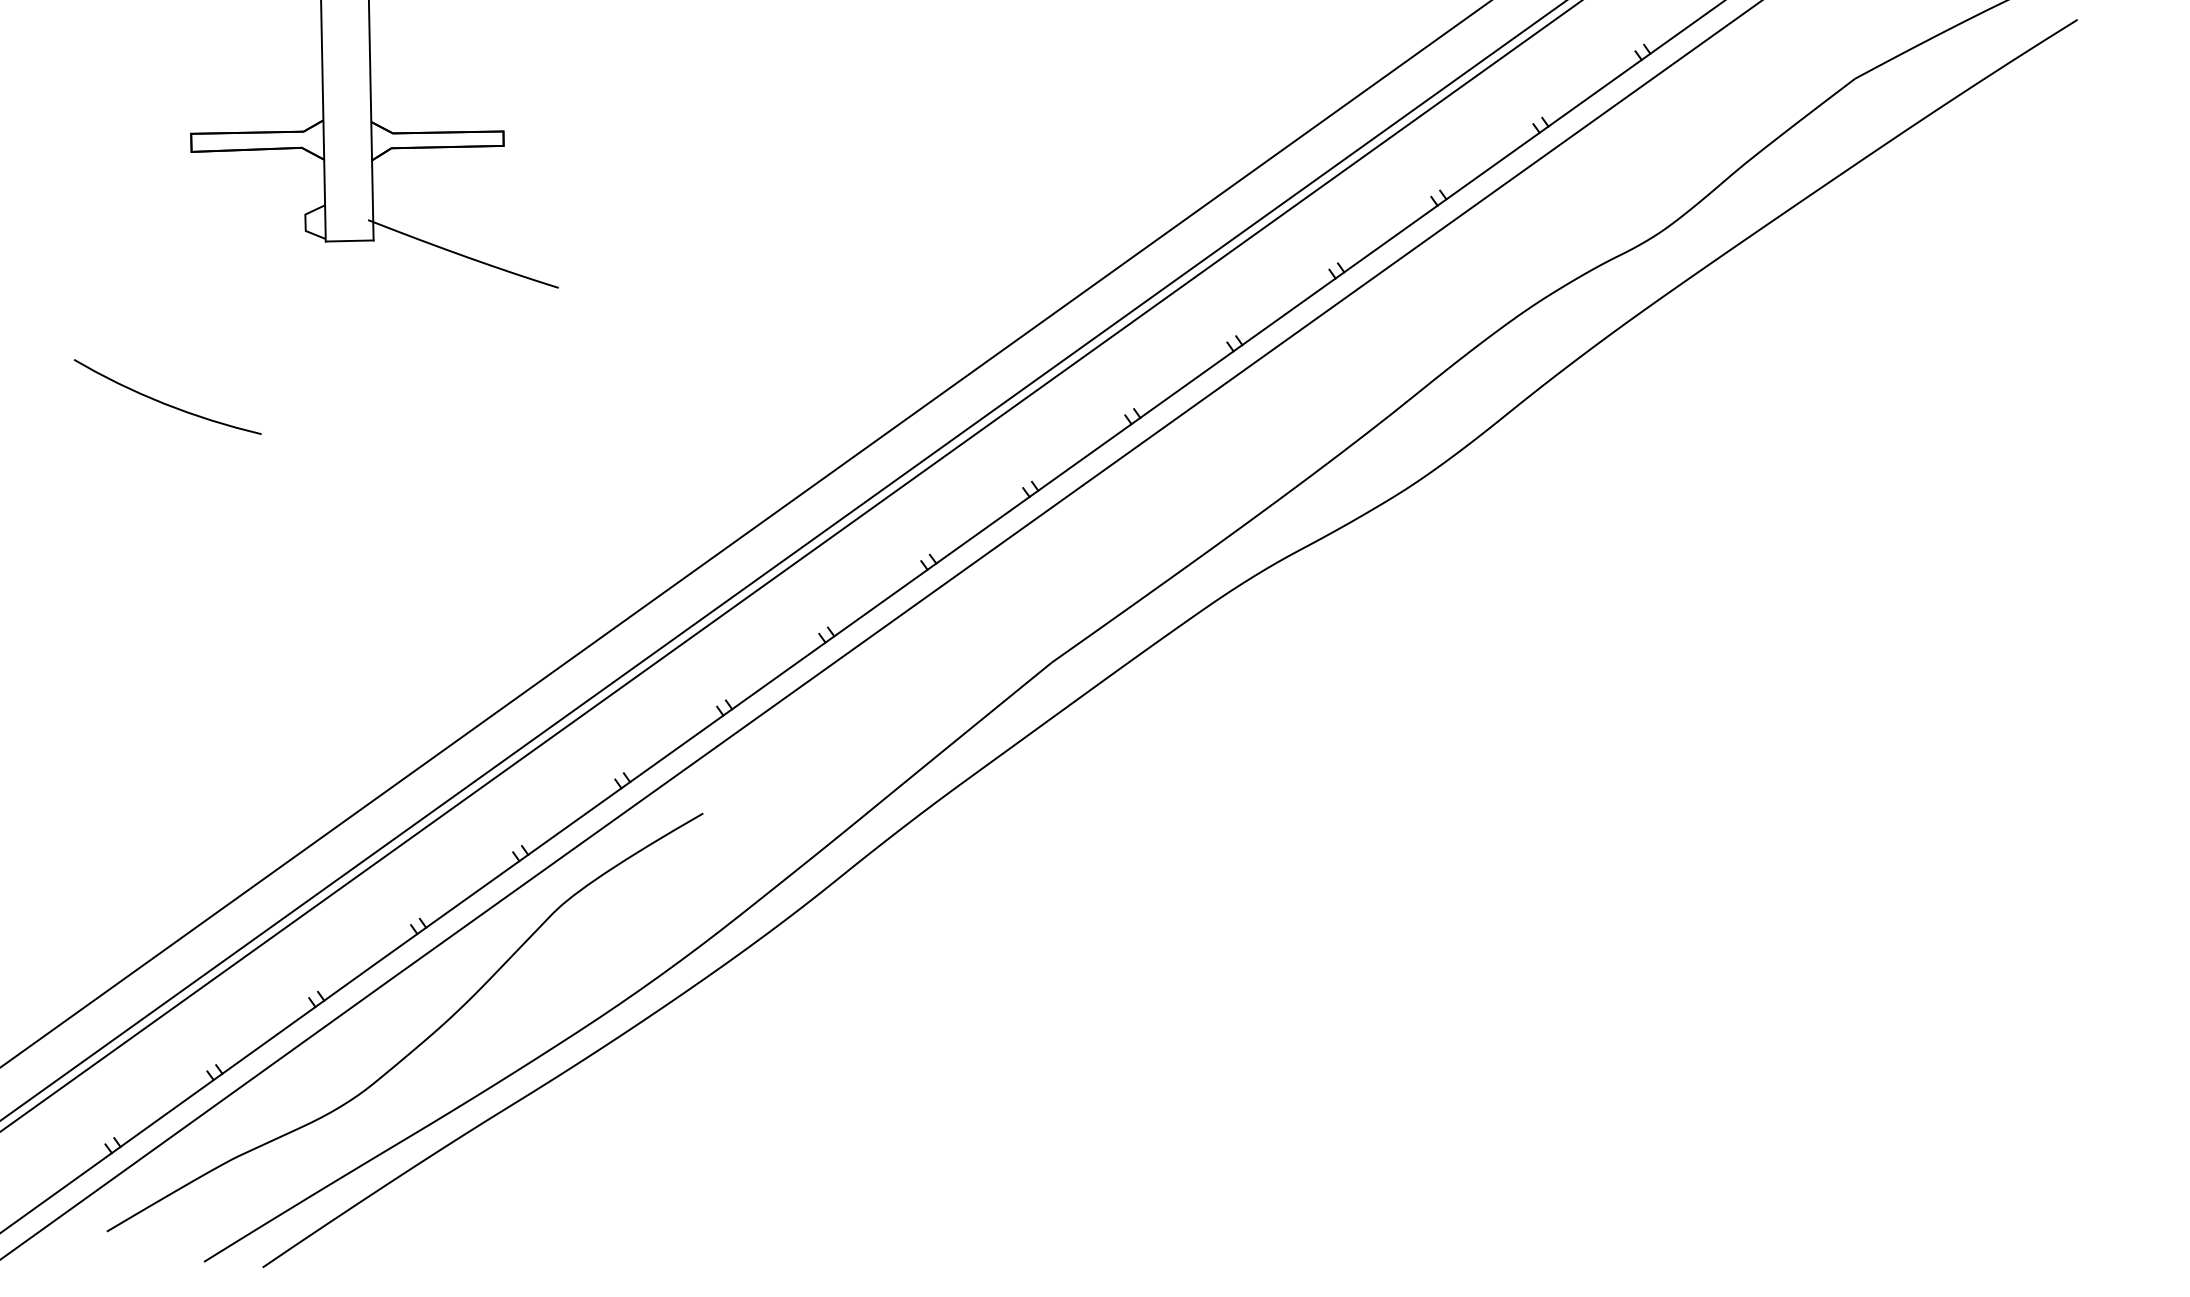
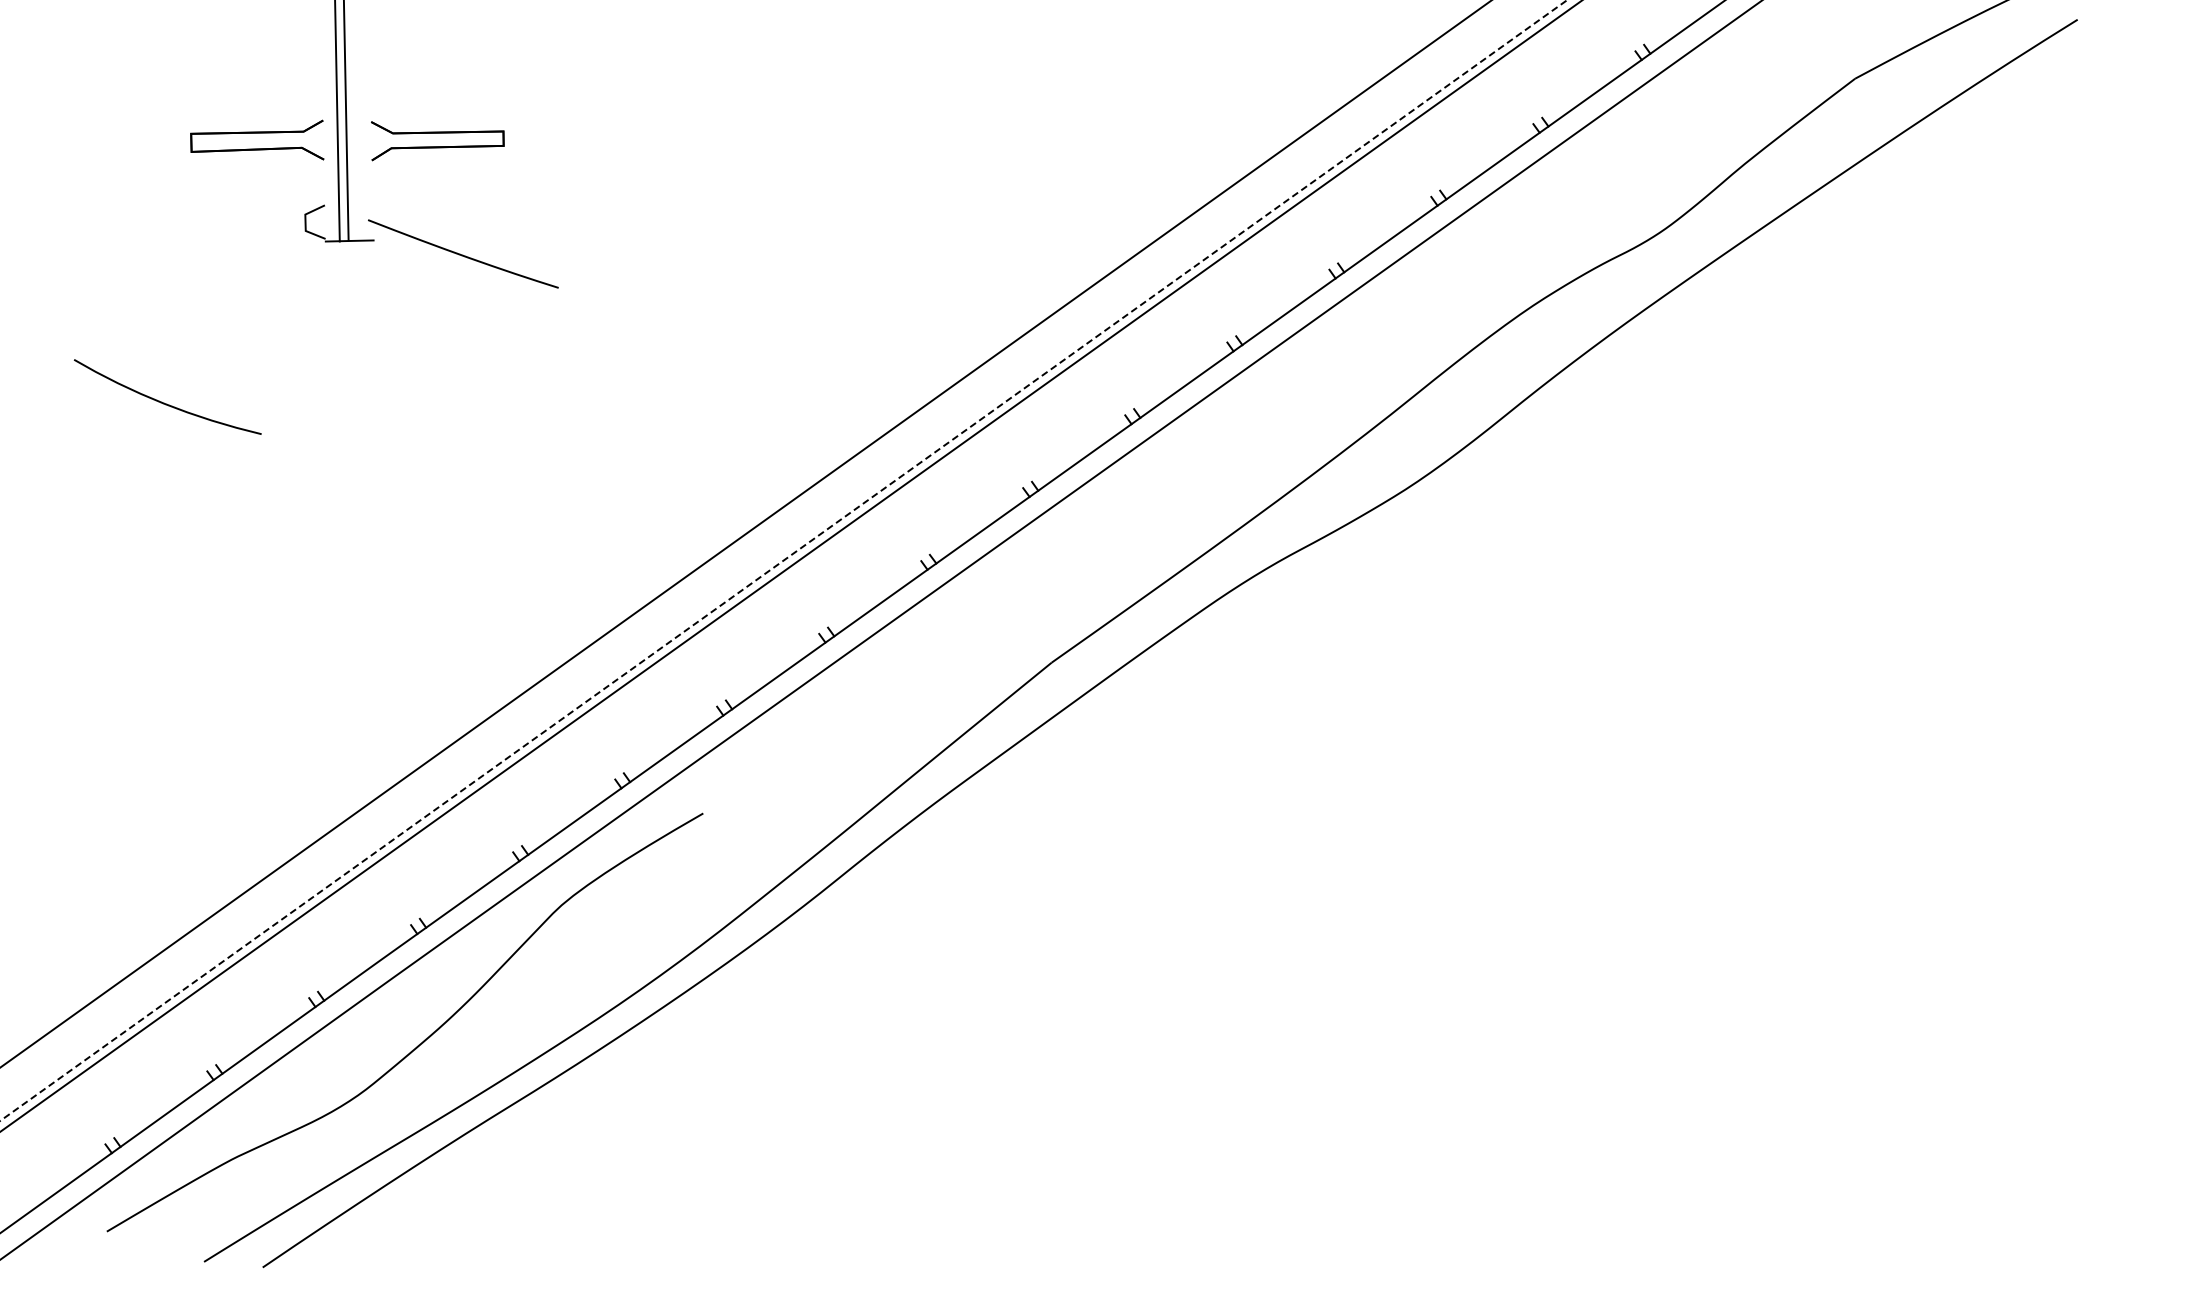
line at (323, 121) position: (323, 121) -> (337, 121)
line at (370, 121) position: (370, 121) -> (345, 121)
line at (783, 560): solid -> dashed
